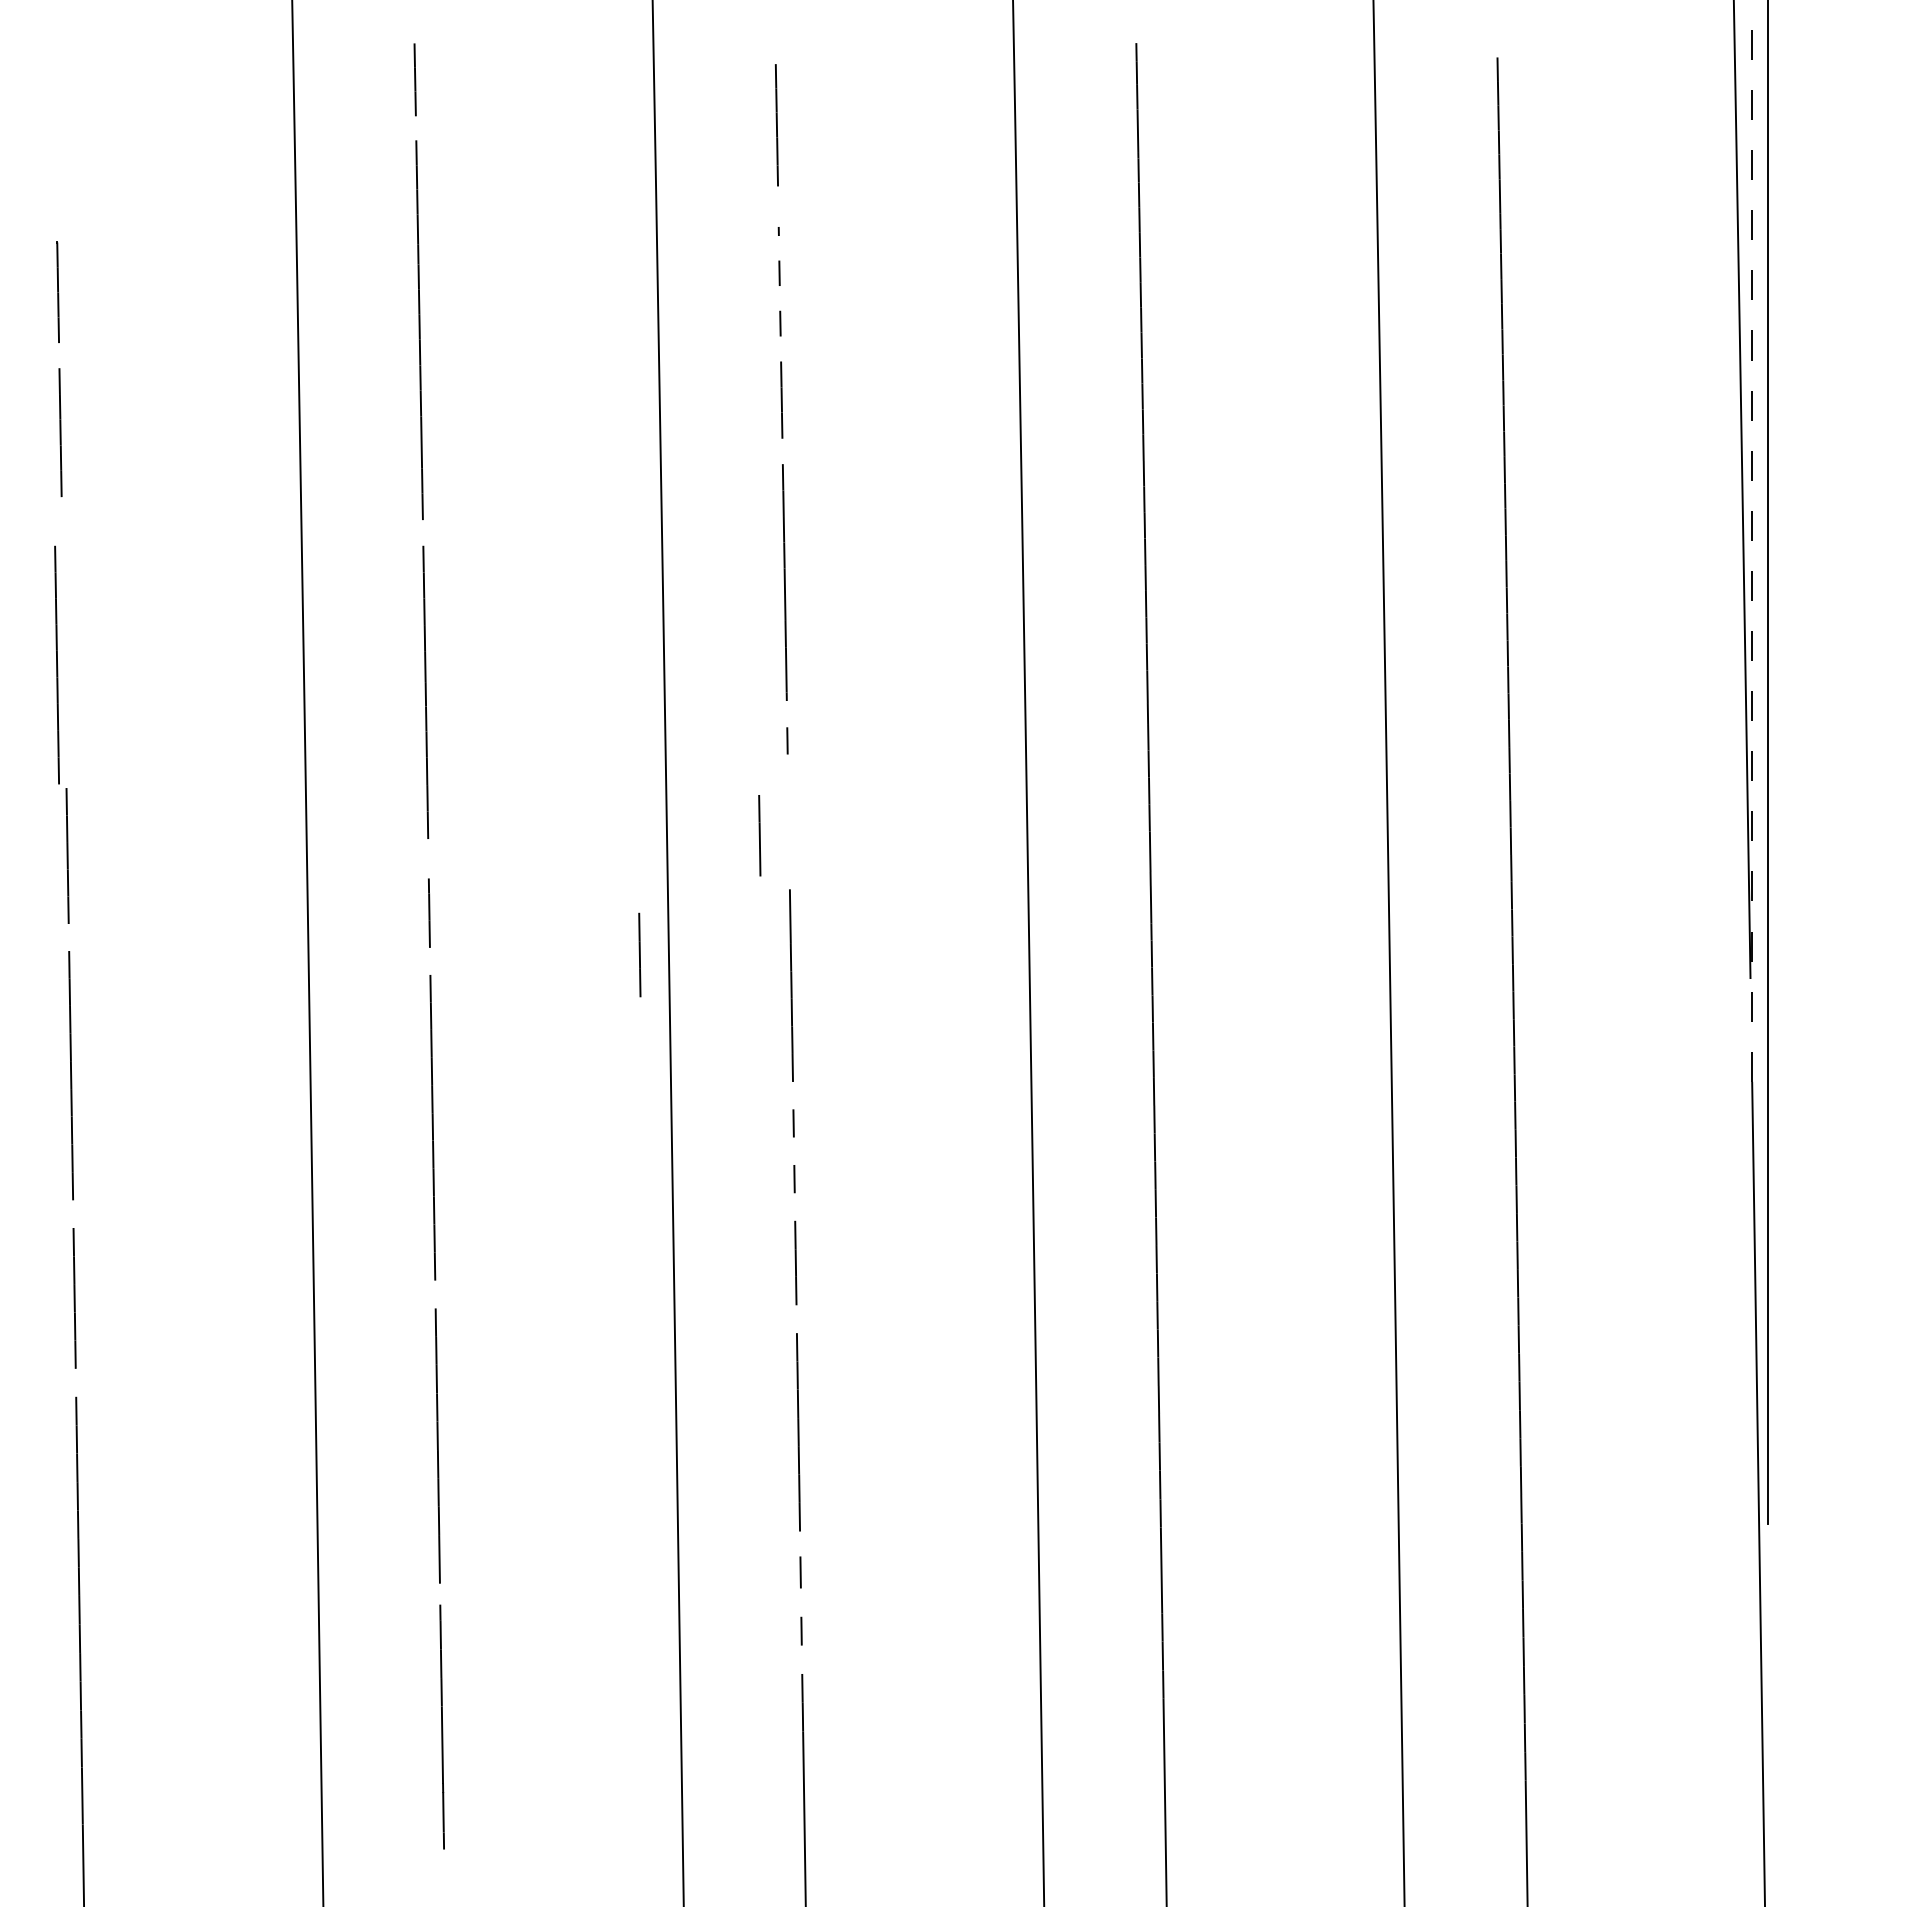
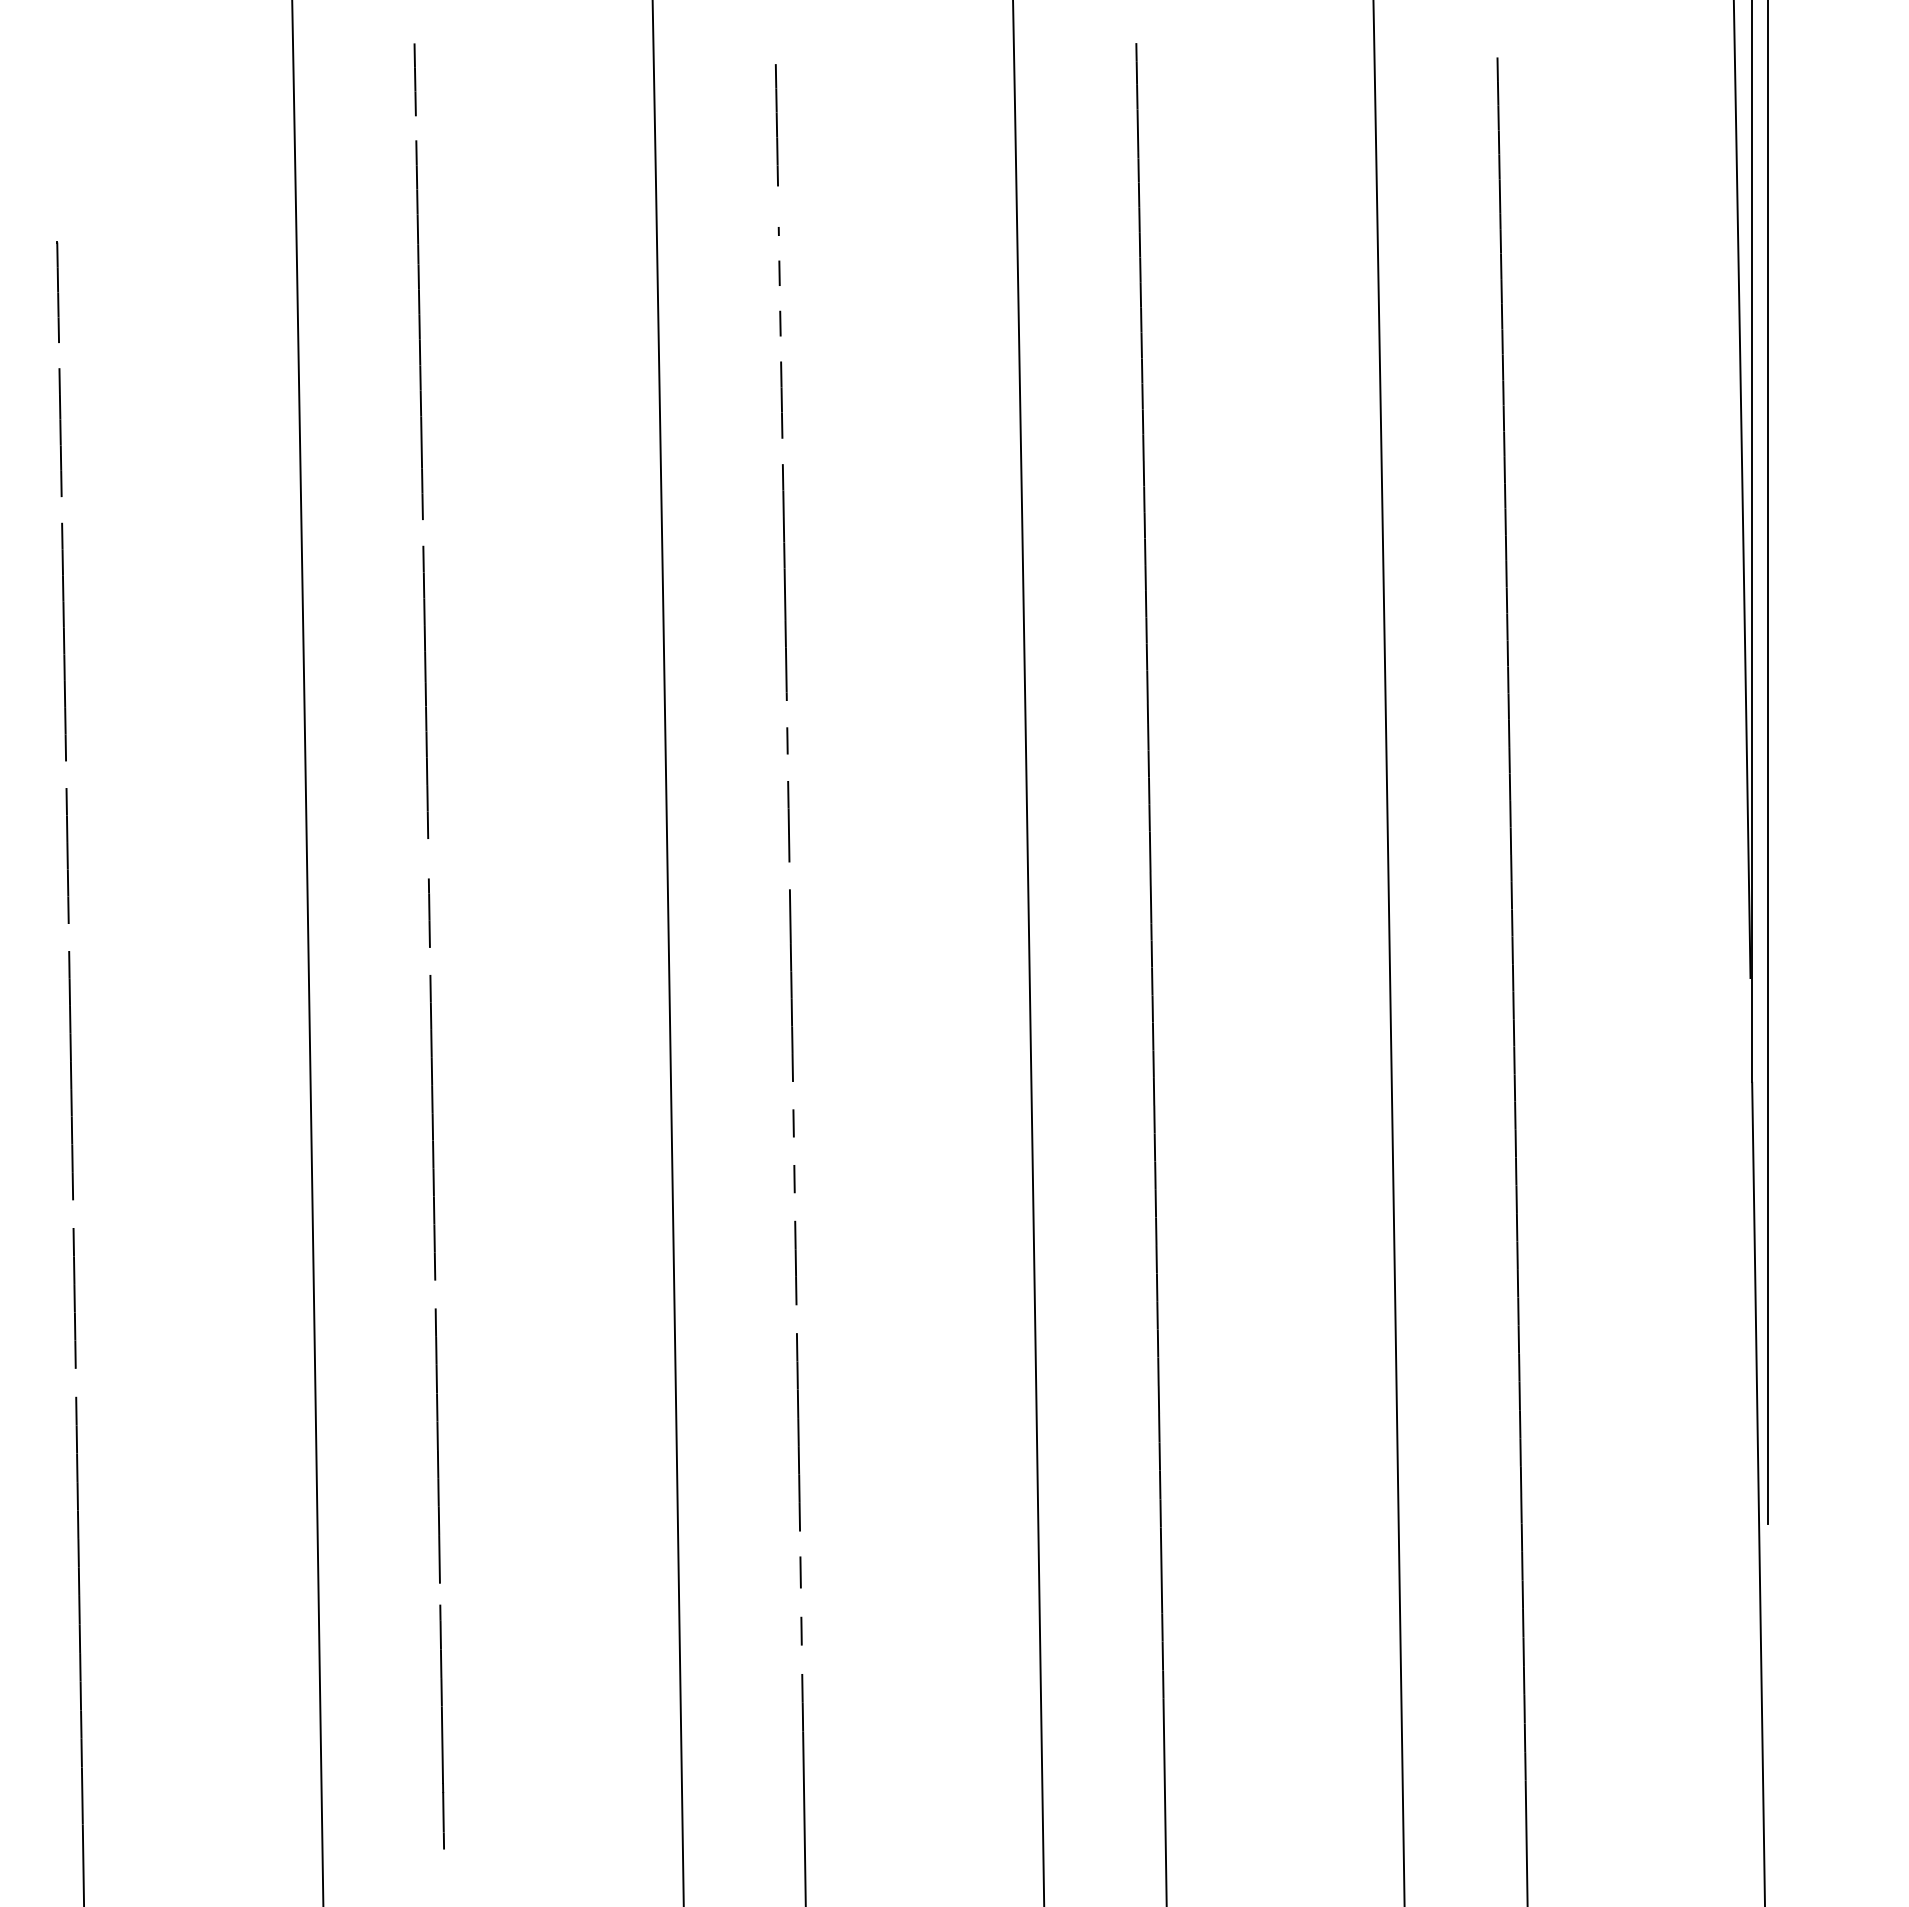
line at (1751, 540): dashed -> solid
line at (56, 664) position: (56, 664) -> (63, 641)
line at (759, 835) position: (759, 835) -> (788, 821)
line at (639, 954): present -> none
